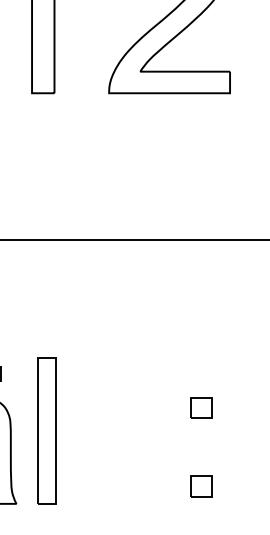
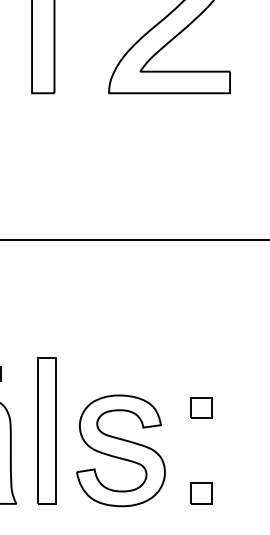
part at (120, 450): none -> present
part at (201, 486) position: (201, 486) -> (201, 493)
